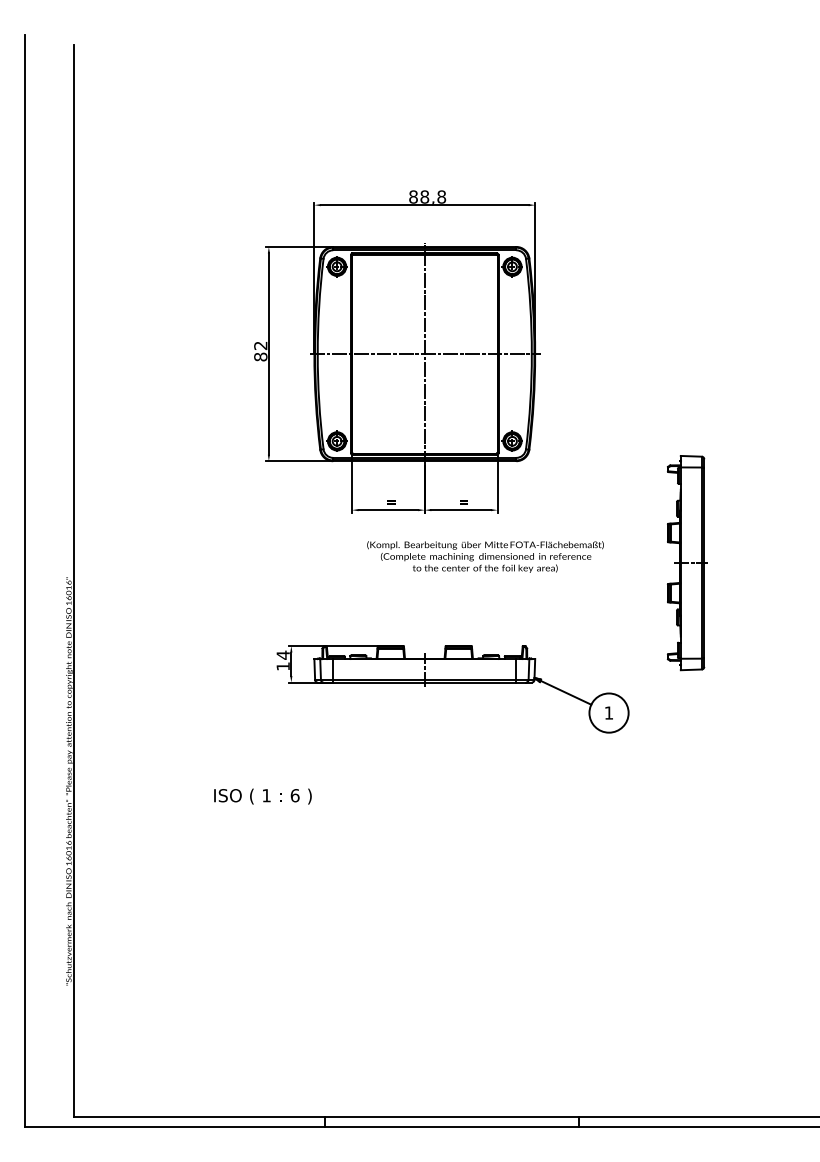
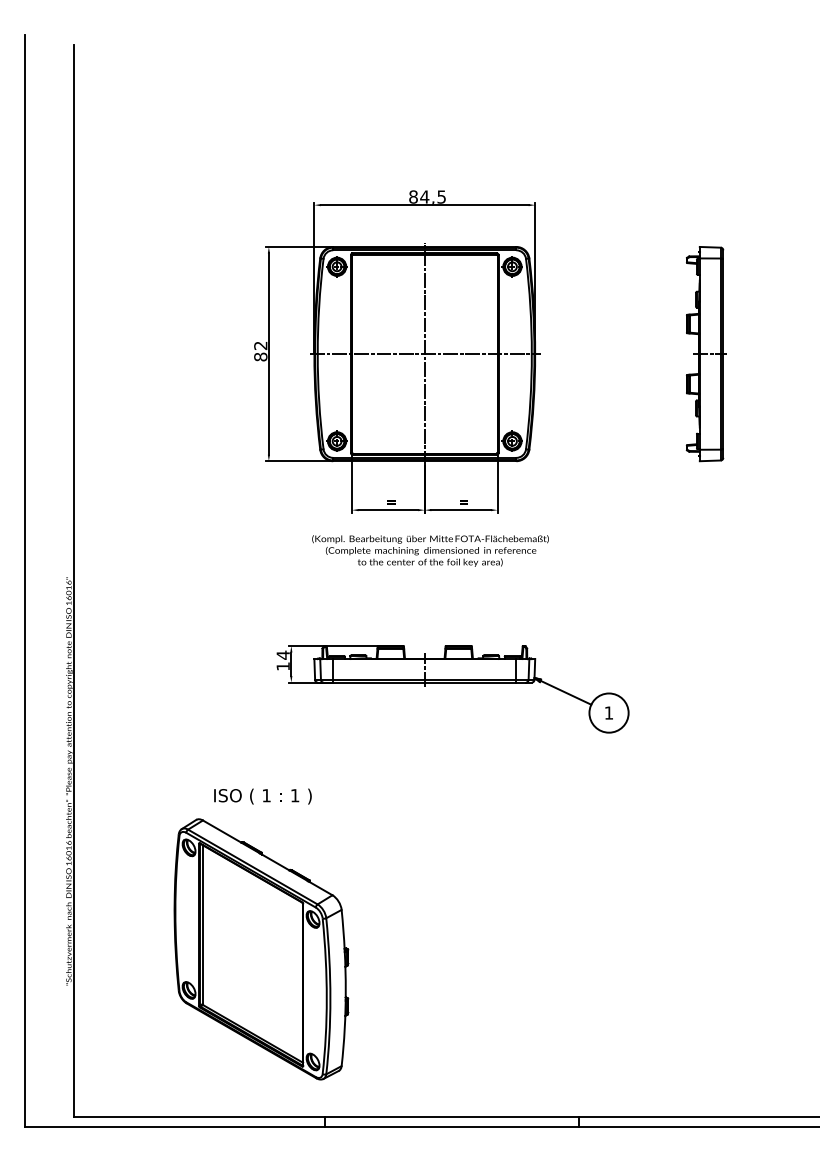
text at (433, 196): 88,8 -> 84,5
text at (485, 556) position: (485, 556) -> (430, 550)
part at (686, 563) position: (686, 563) -> (705, 354)
text at (294, 795): 6 -> 1
part at (261, 949): none -> present
